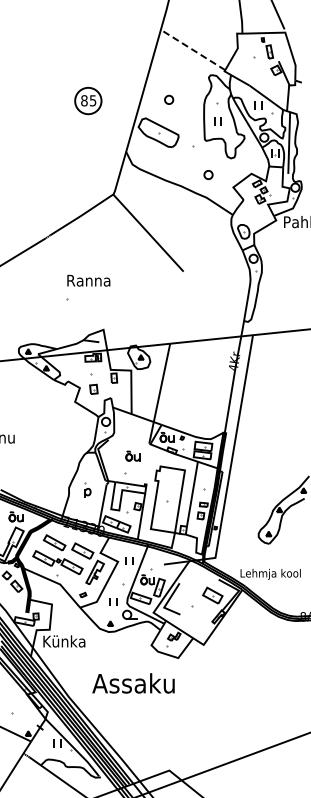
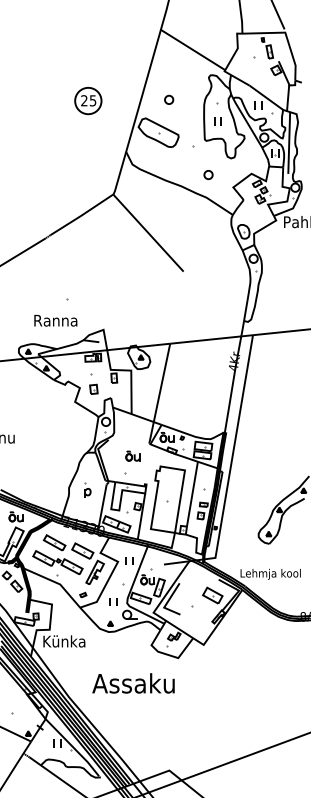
line at (193, 50): dashed -> solid
text at (84, 100): 85 -> 25
text at (88, 280) position: (88, 280) -> (55, 320)
